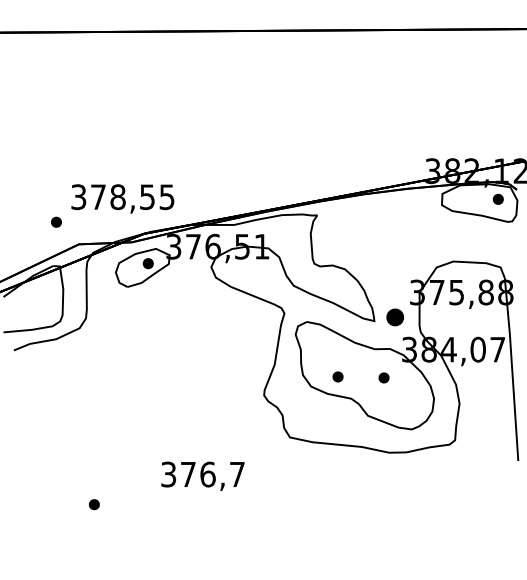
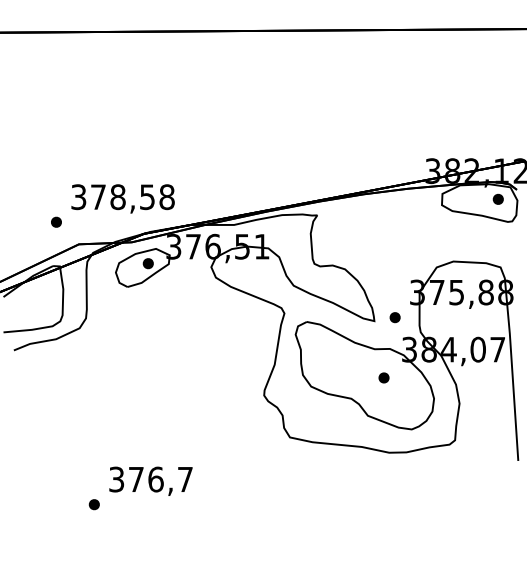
text at (166, 197): 378,55 -> 378,58
part at (394, 317) size: 18x19 px -> 12x12 px
part at (337, 376): present -> none
text at (202, 475) position: (202, 475) -> (150, 480)
